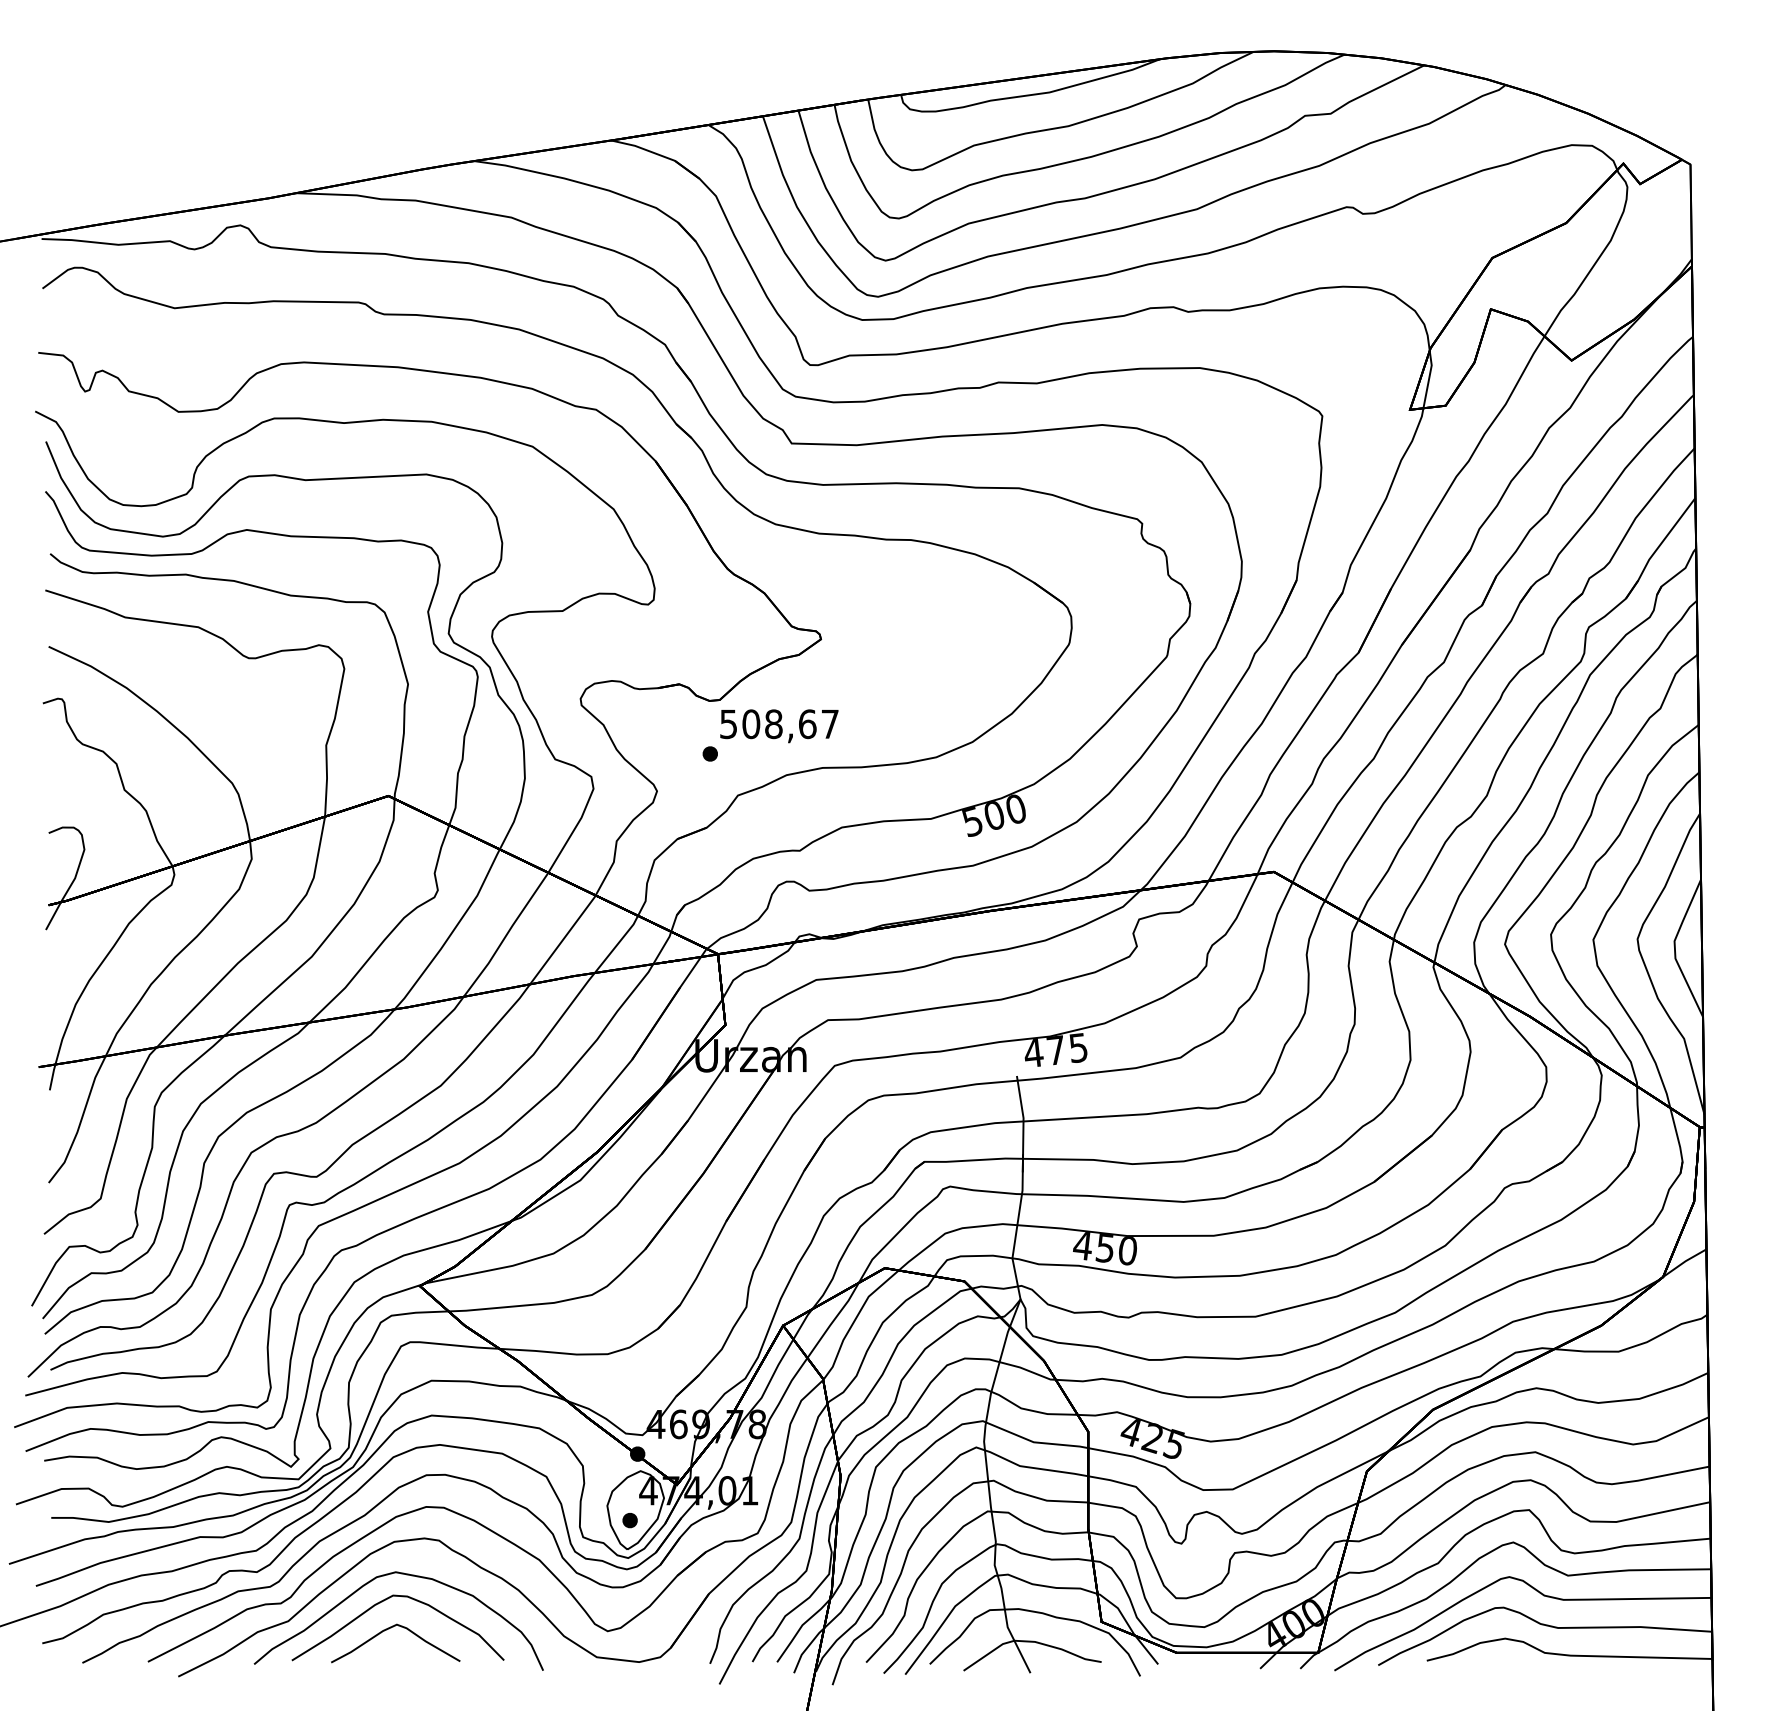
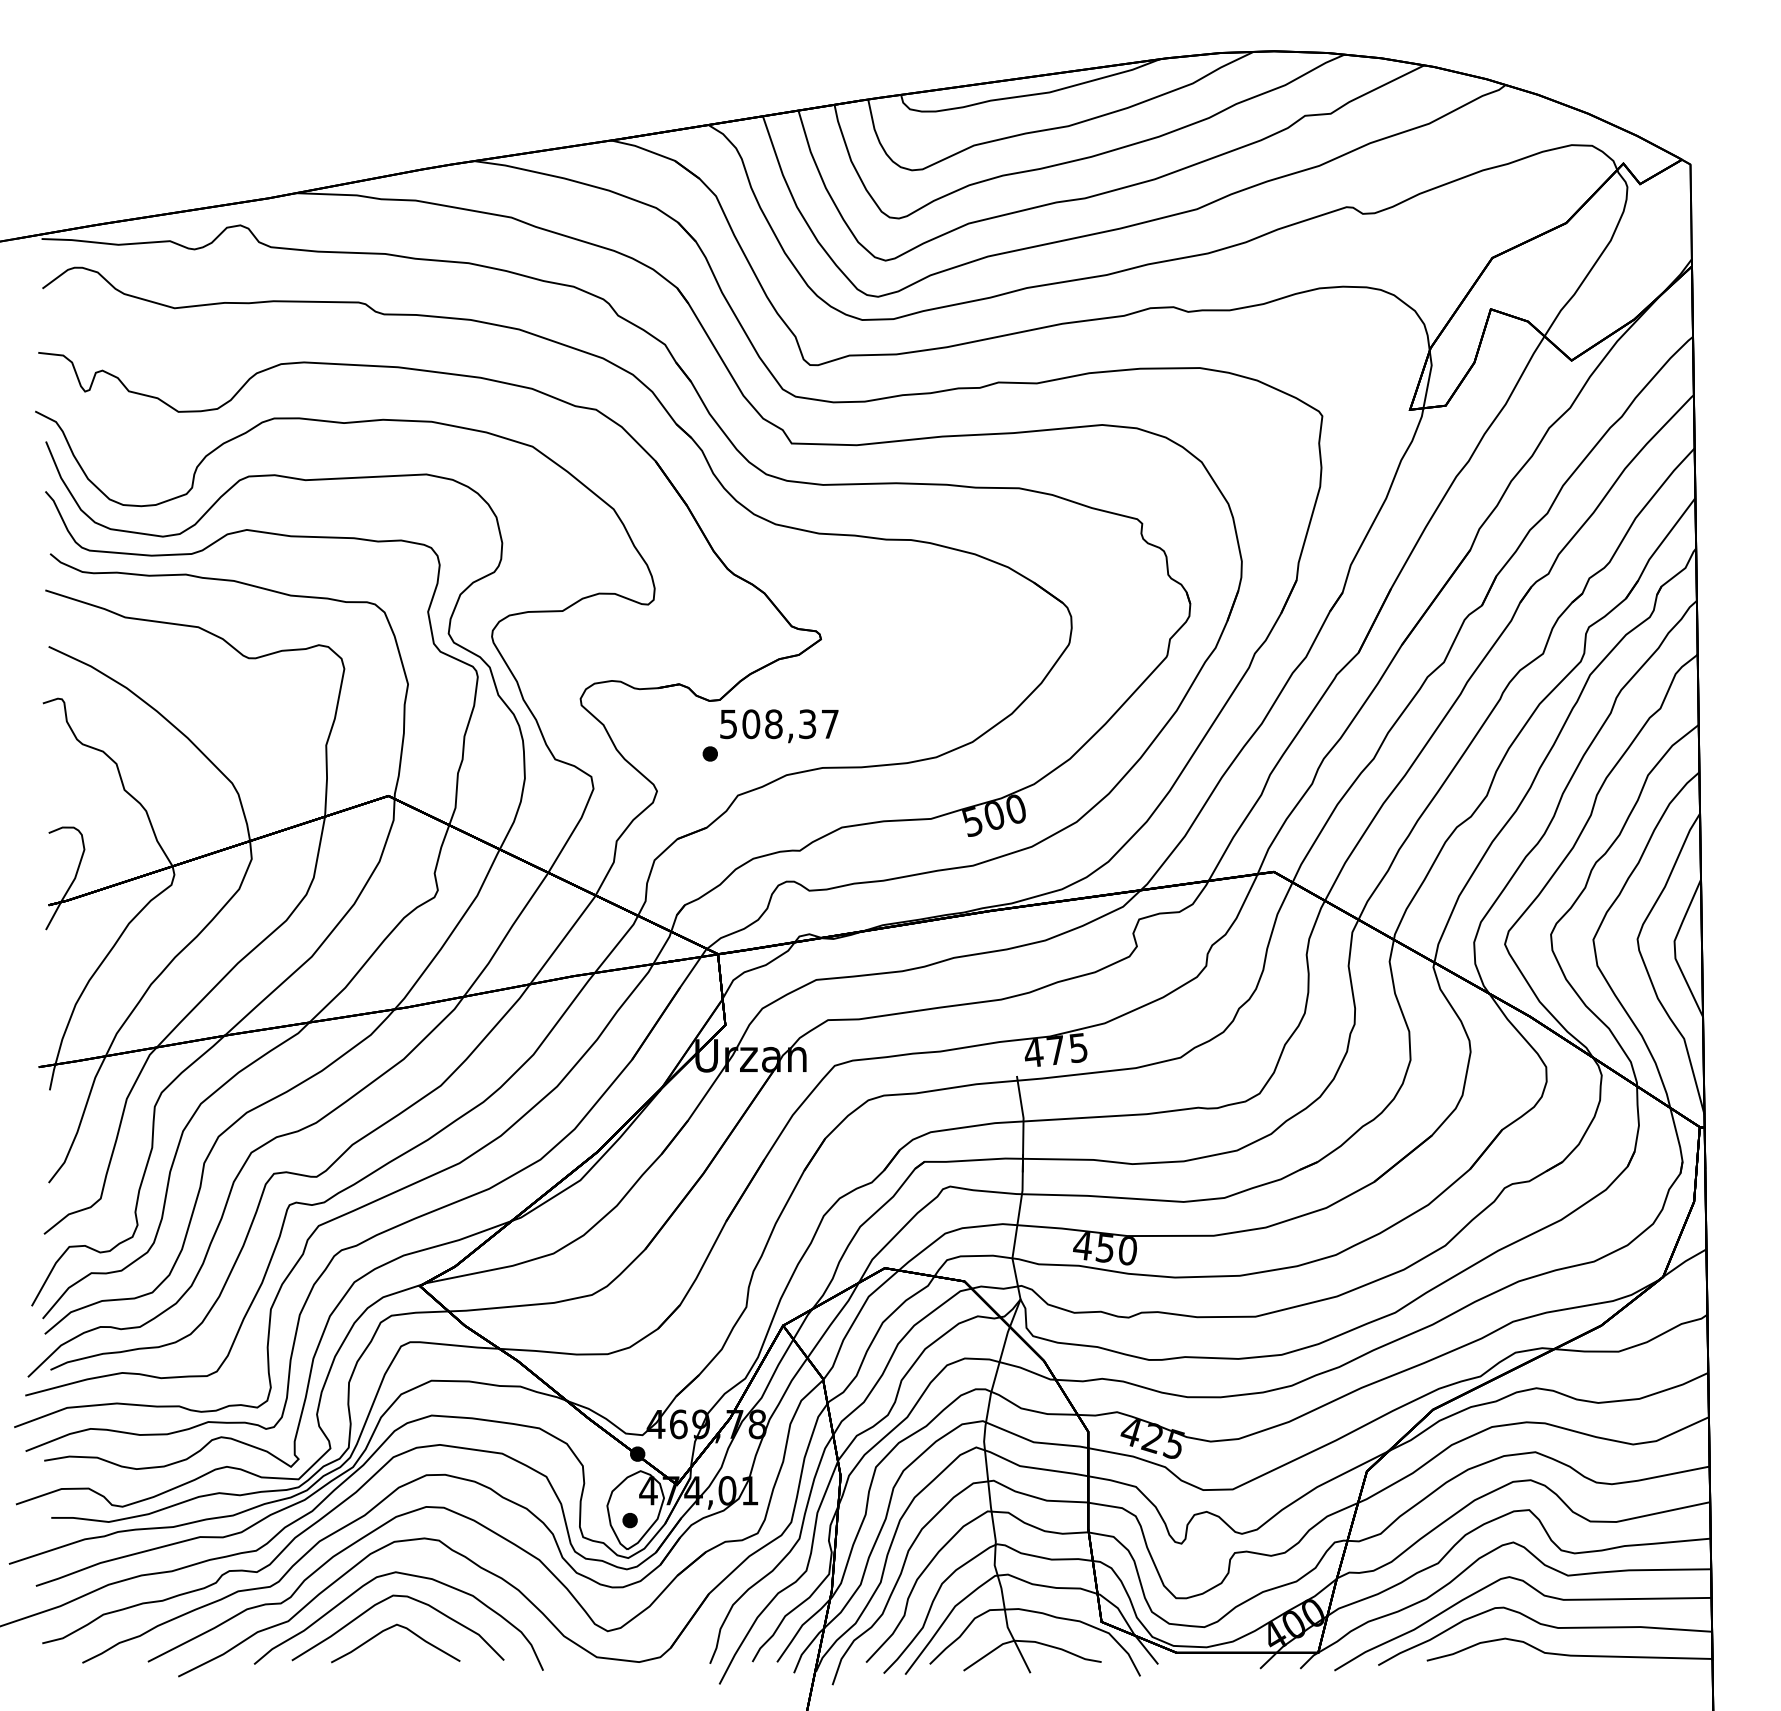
text at (807, 724): 508,67 -> 508,37
